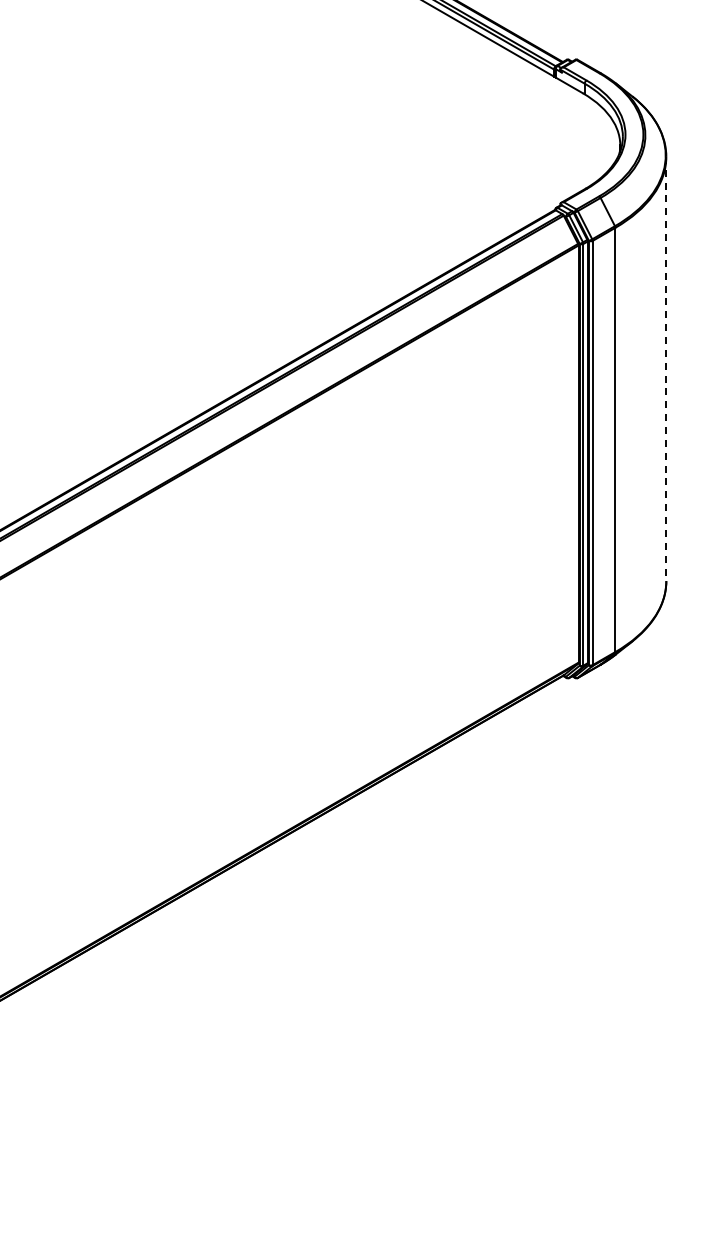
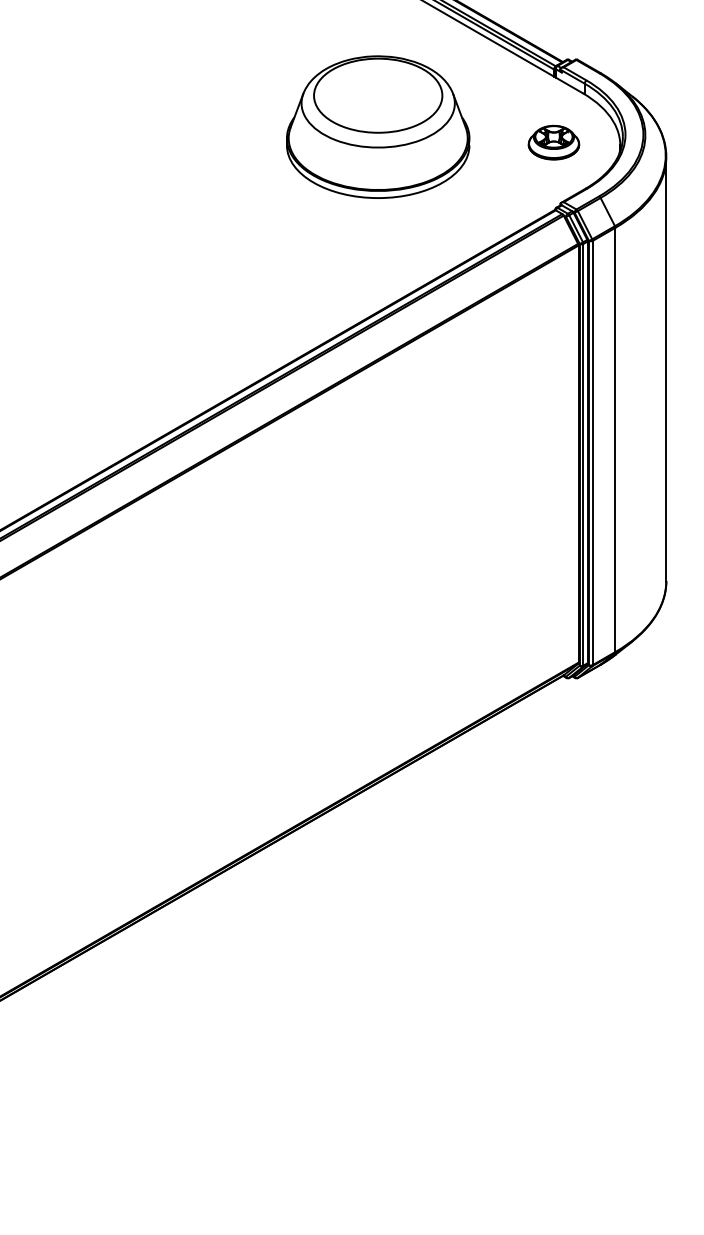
part at (378, 126): none -> present
part at (553, 142): none -> present
line at (666, 369): dashed -> solid
